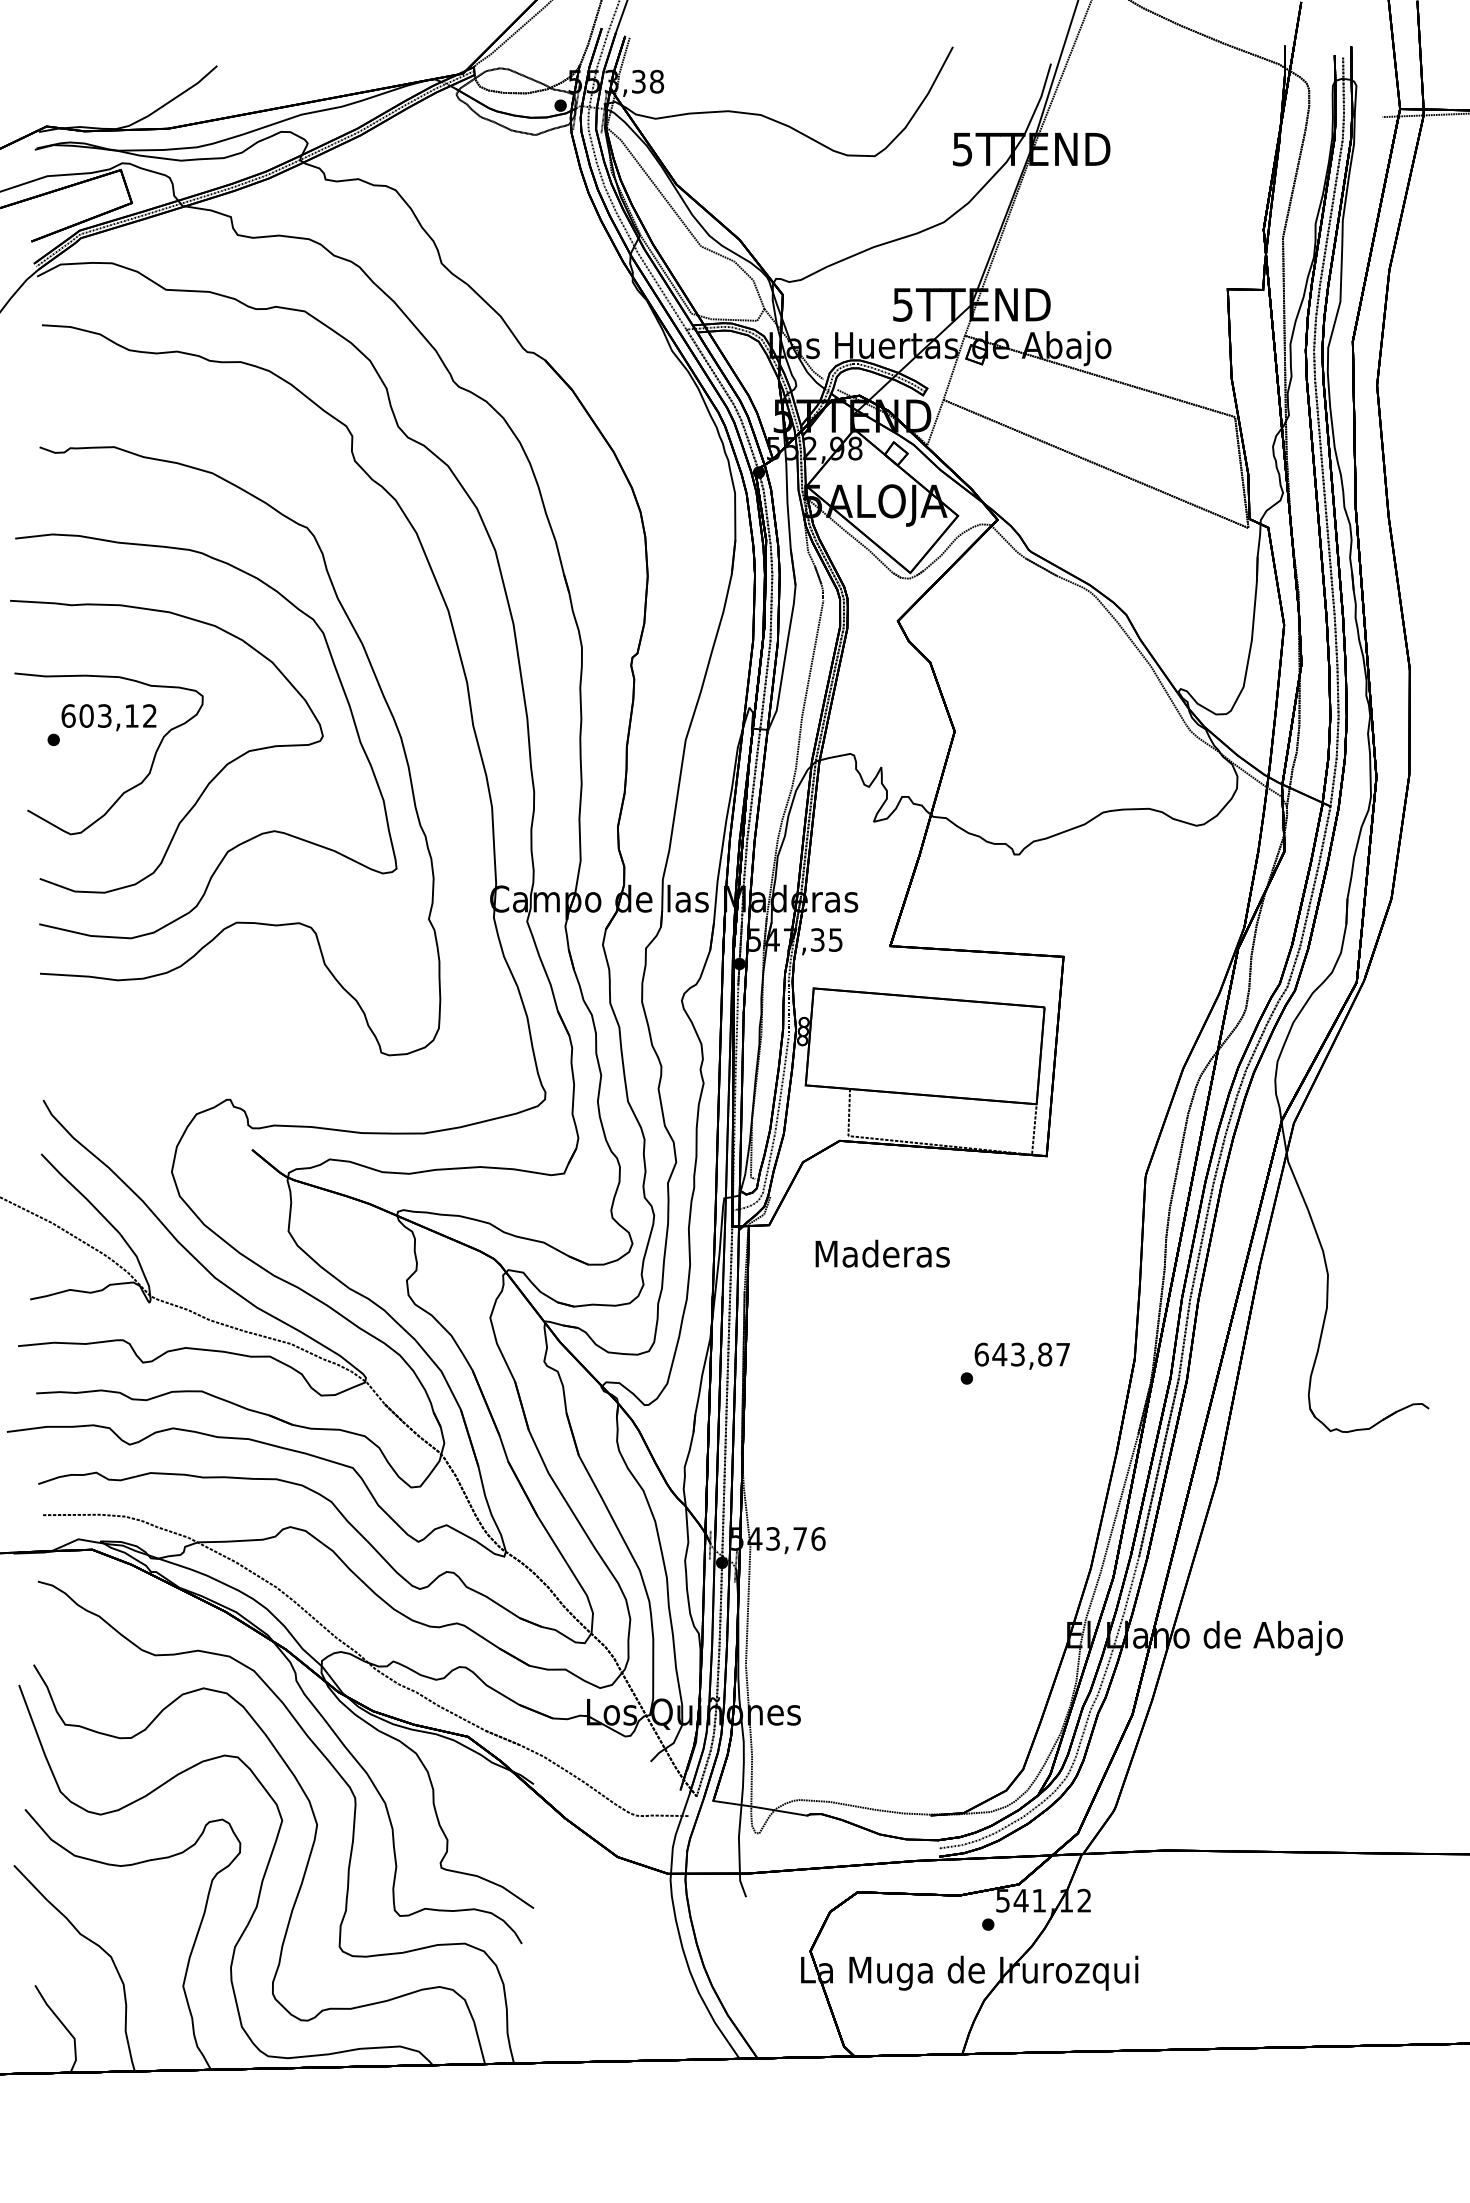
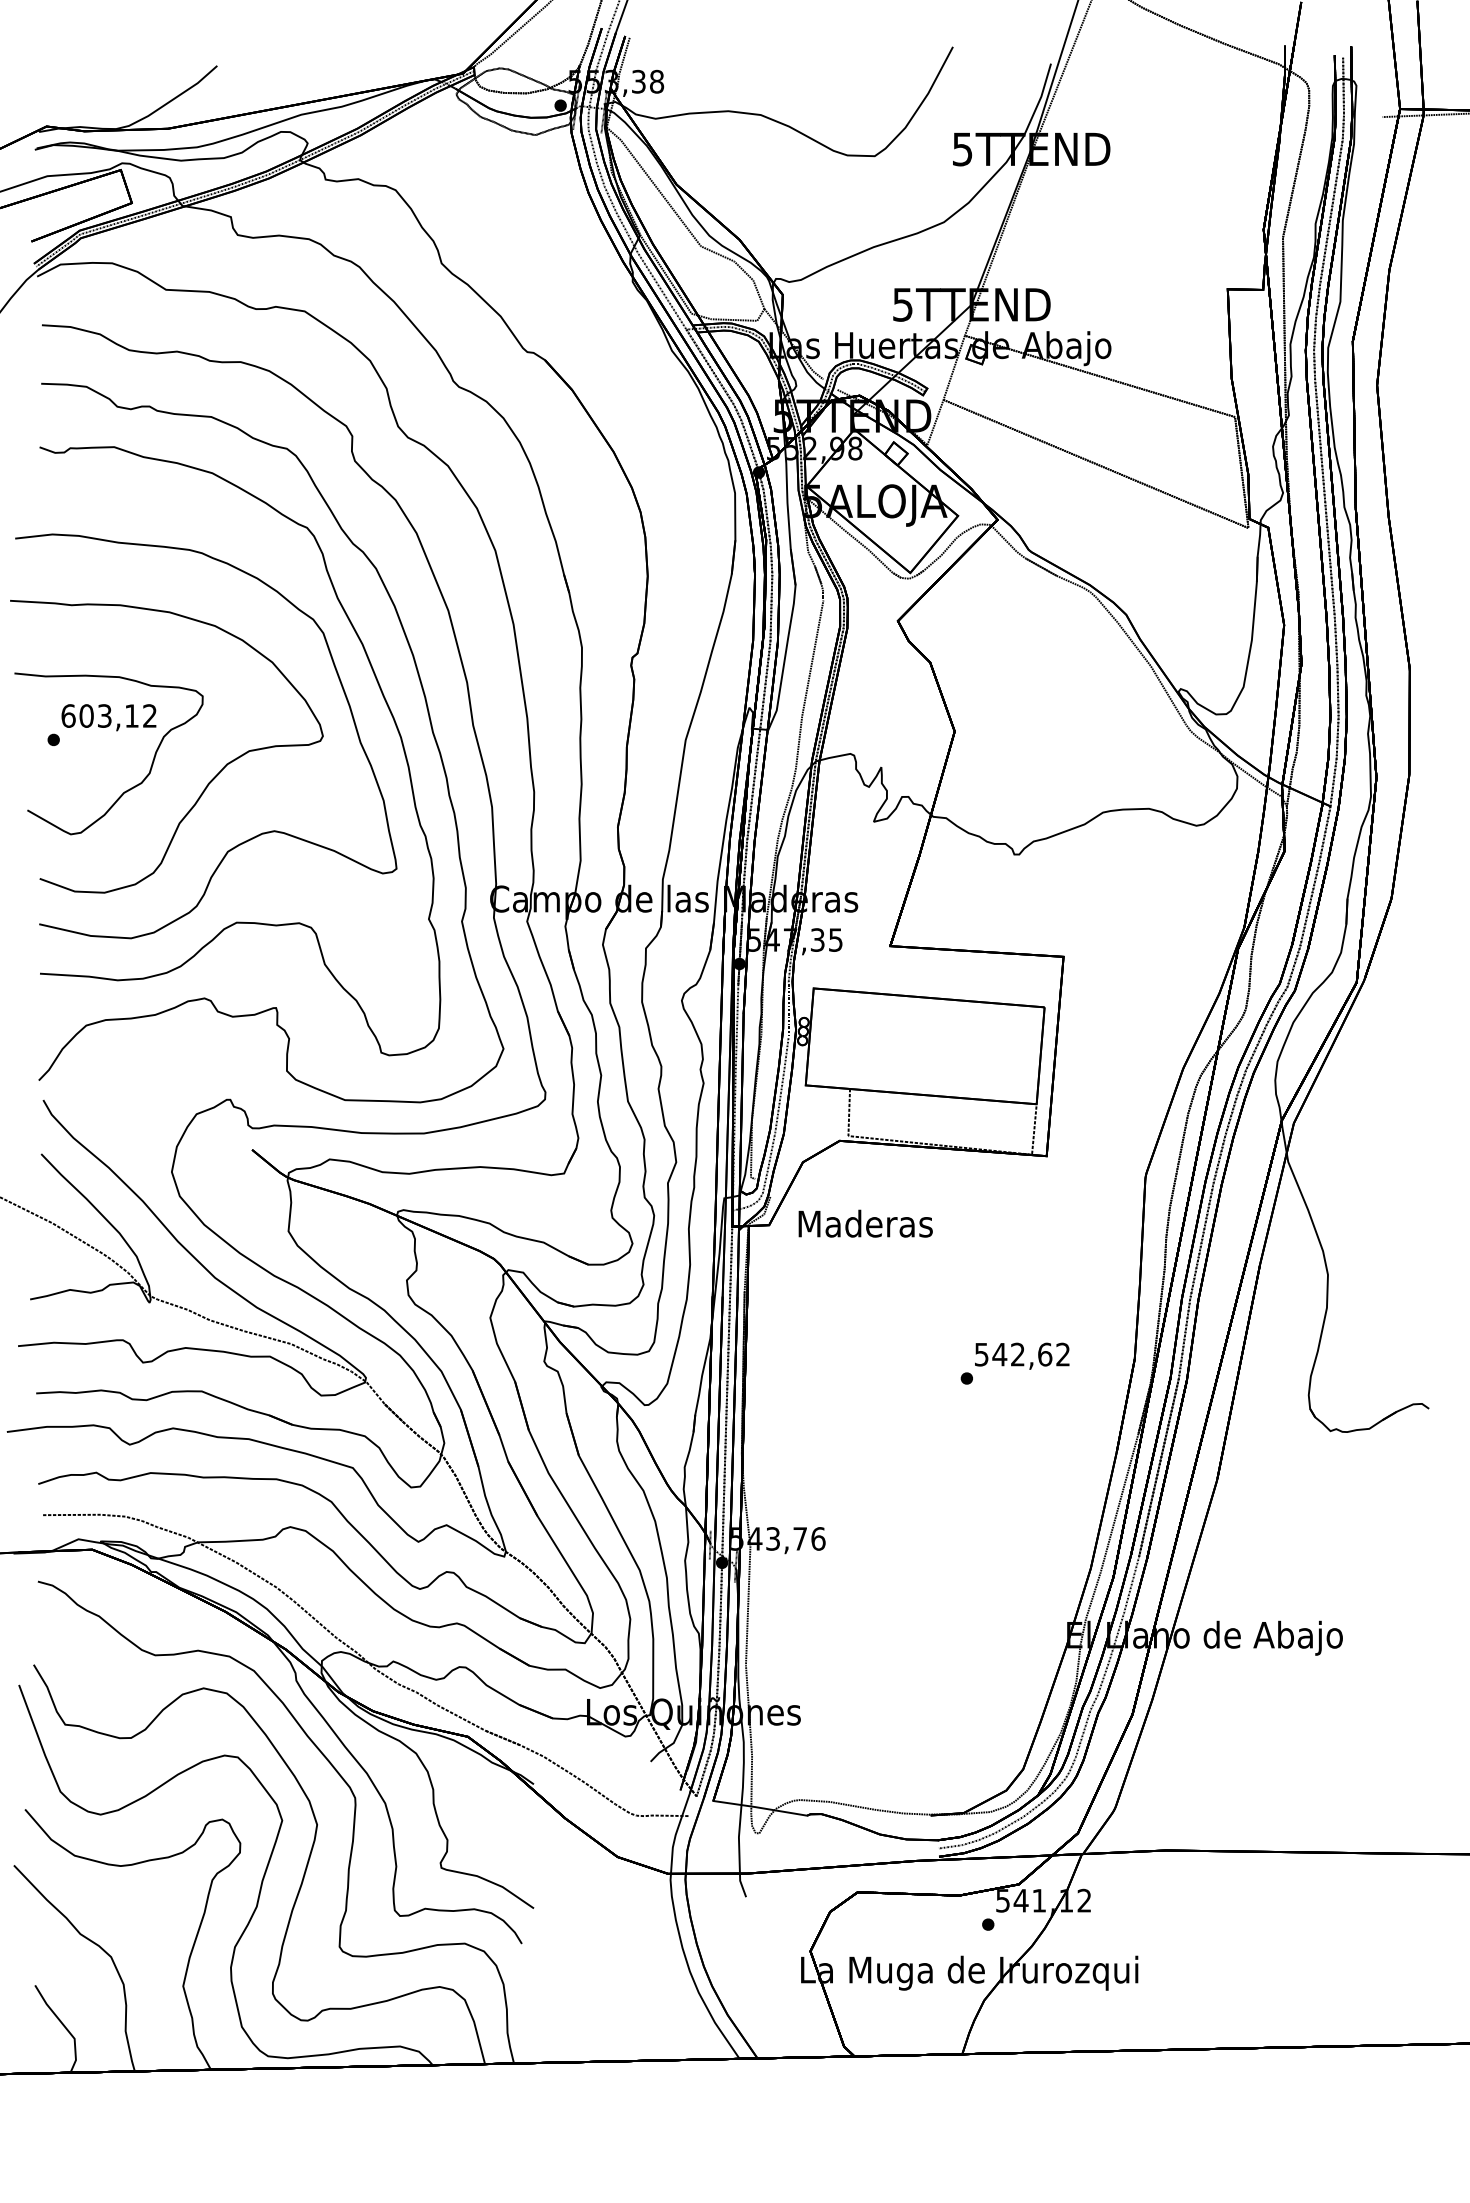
curve at (425, 704): none -> present
text at (882, 1253) position: (882, 1253) -> (865, 1223)
text at (1021, 1354): 643,87 -> 542,62
